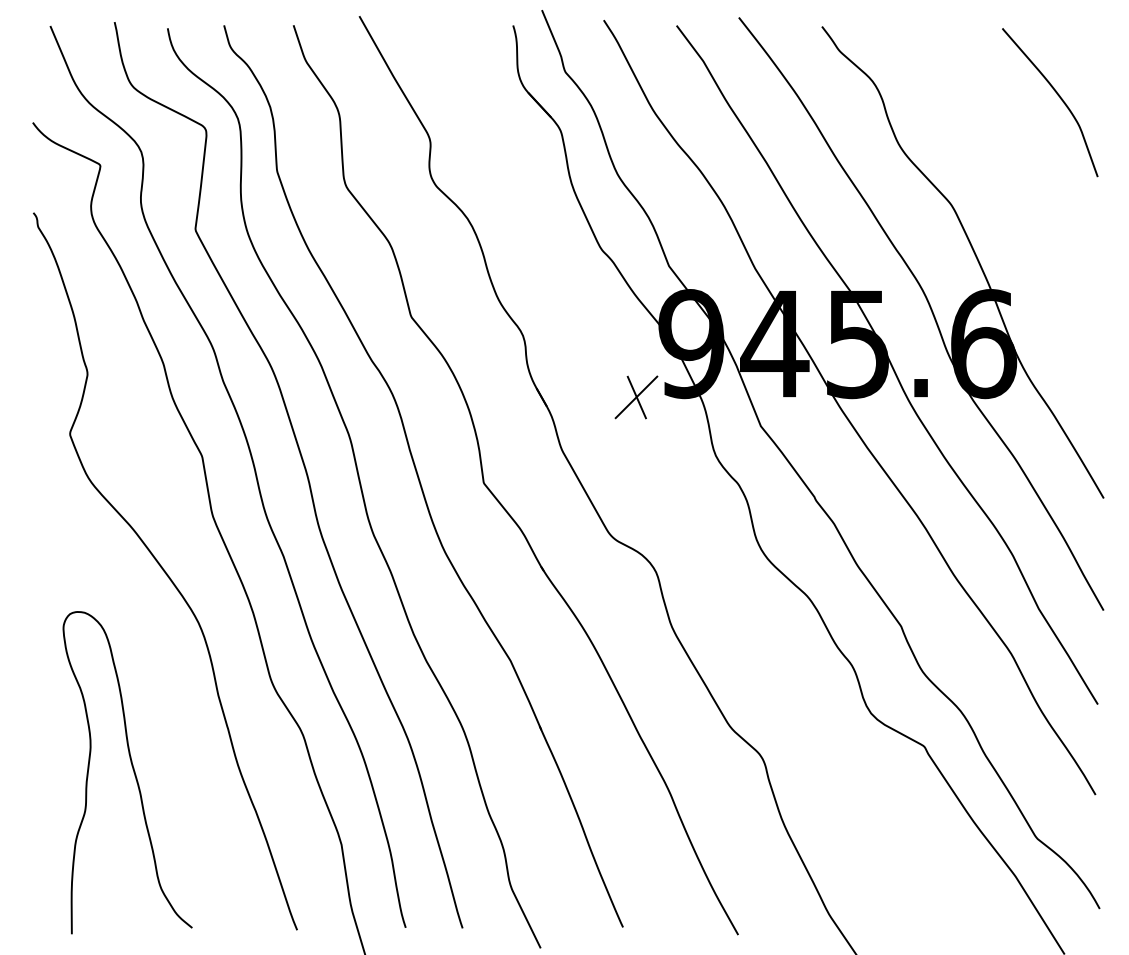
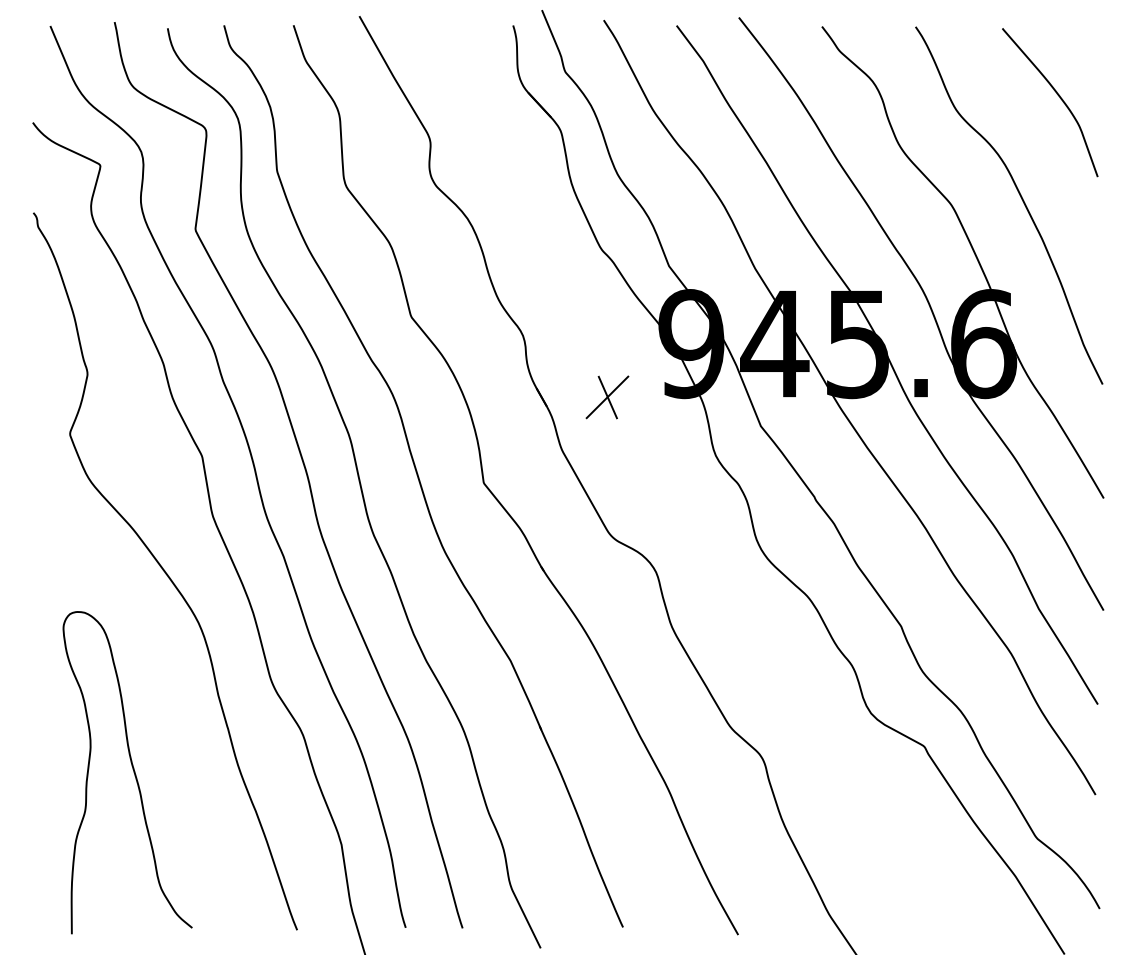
curve at (1021, 199): none -> present
part at (636, 397) position: (636, 397) -> (607, 397)
